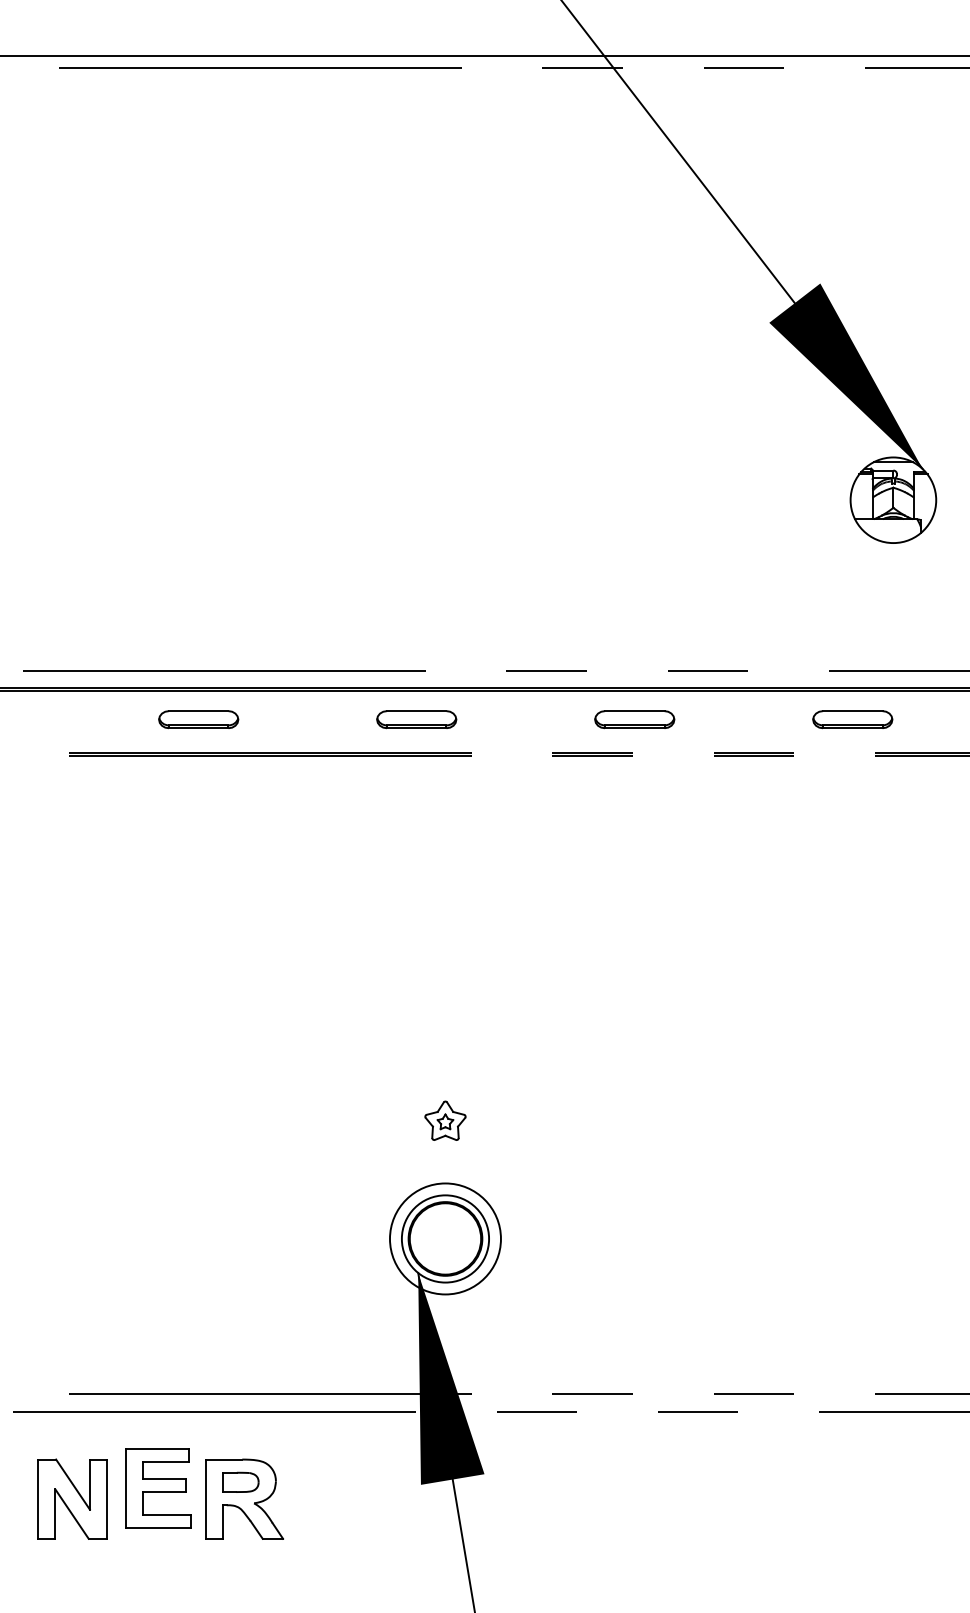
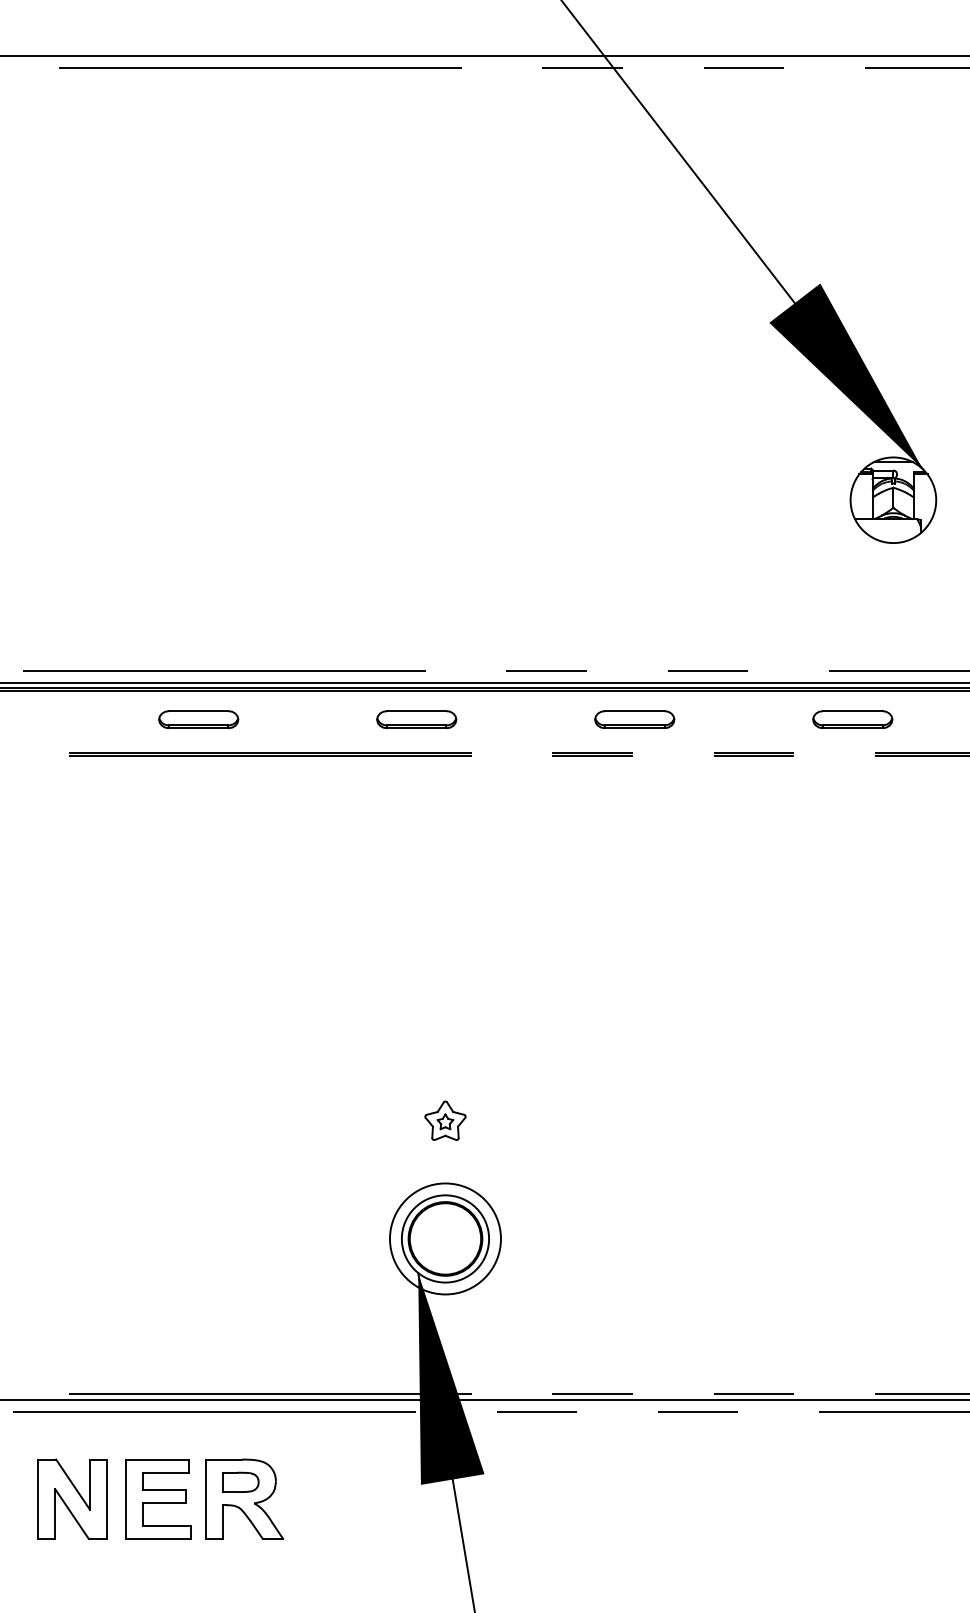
line at (484, 682): none -> present
line at (484, 1400): none -> present
part at (158, 1488) position: (158, 1488) -> (158, 1499)
